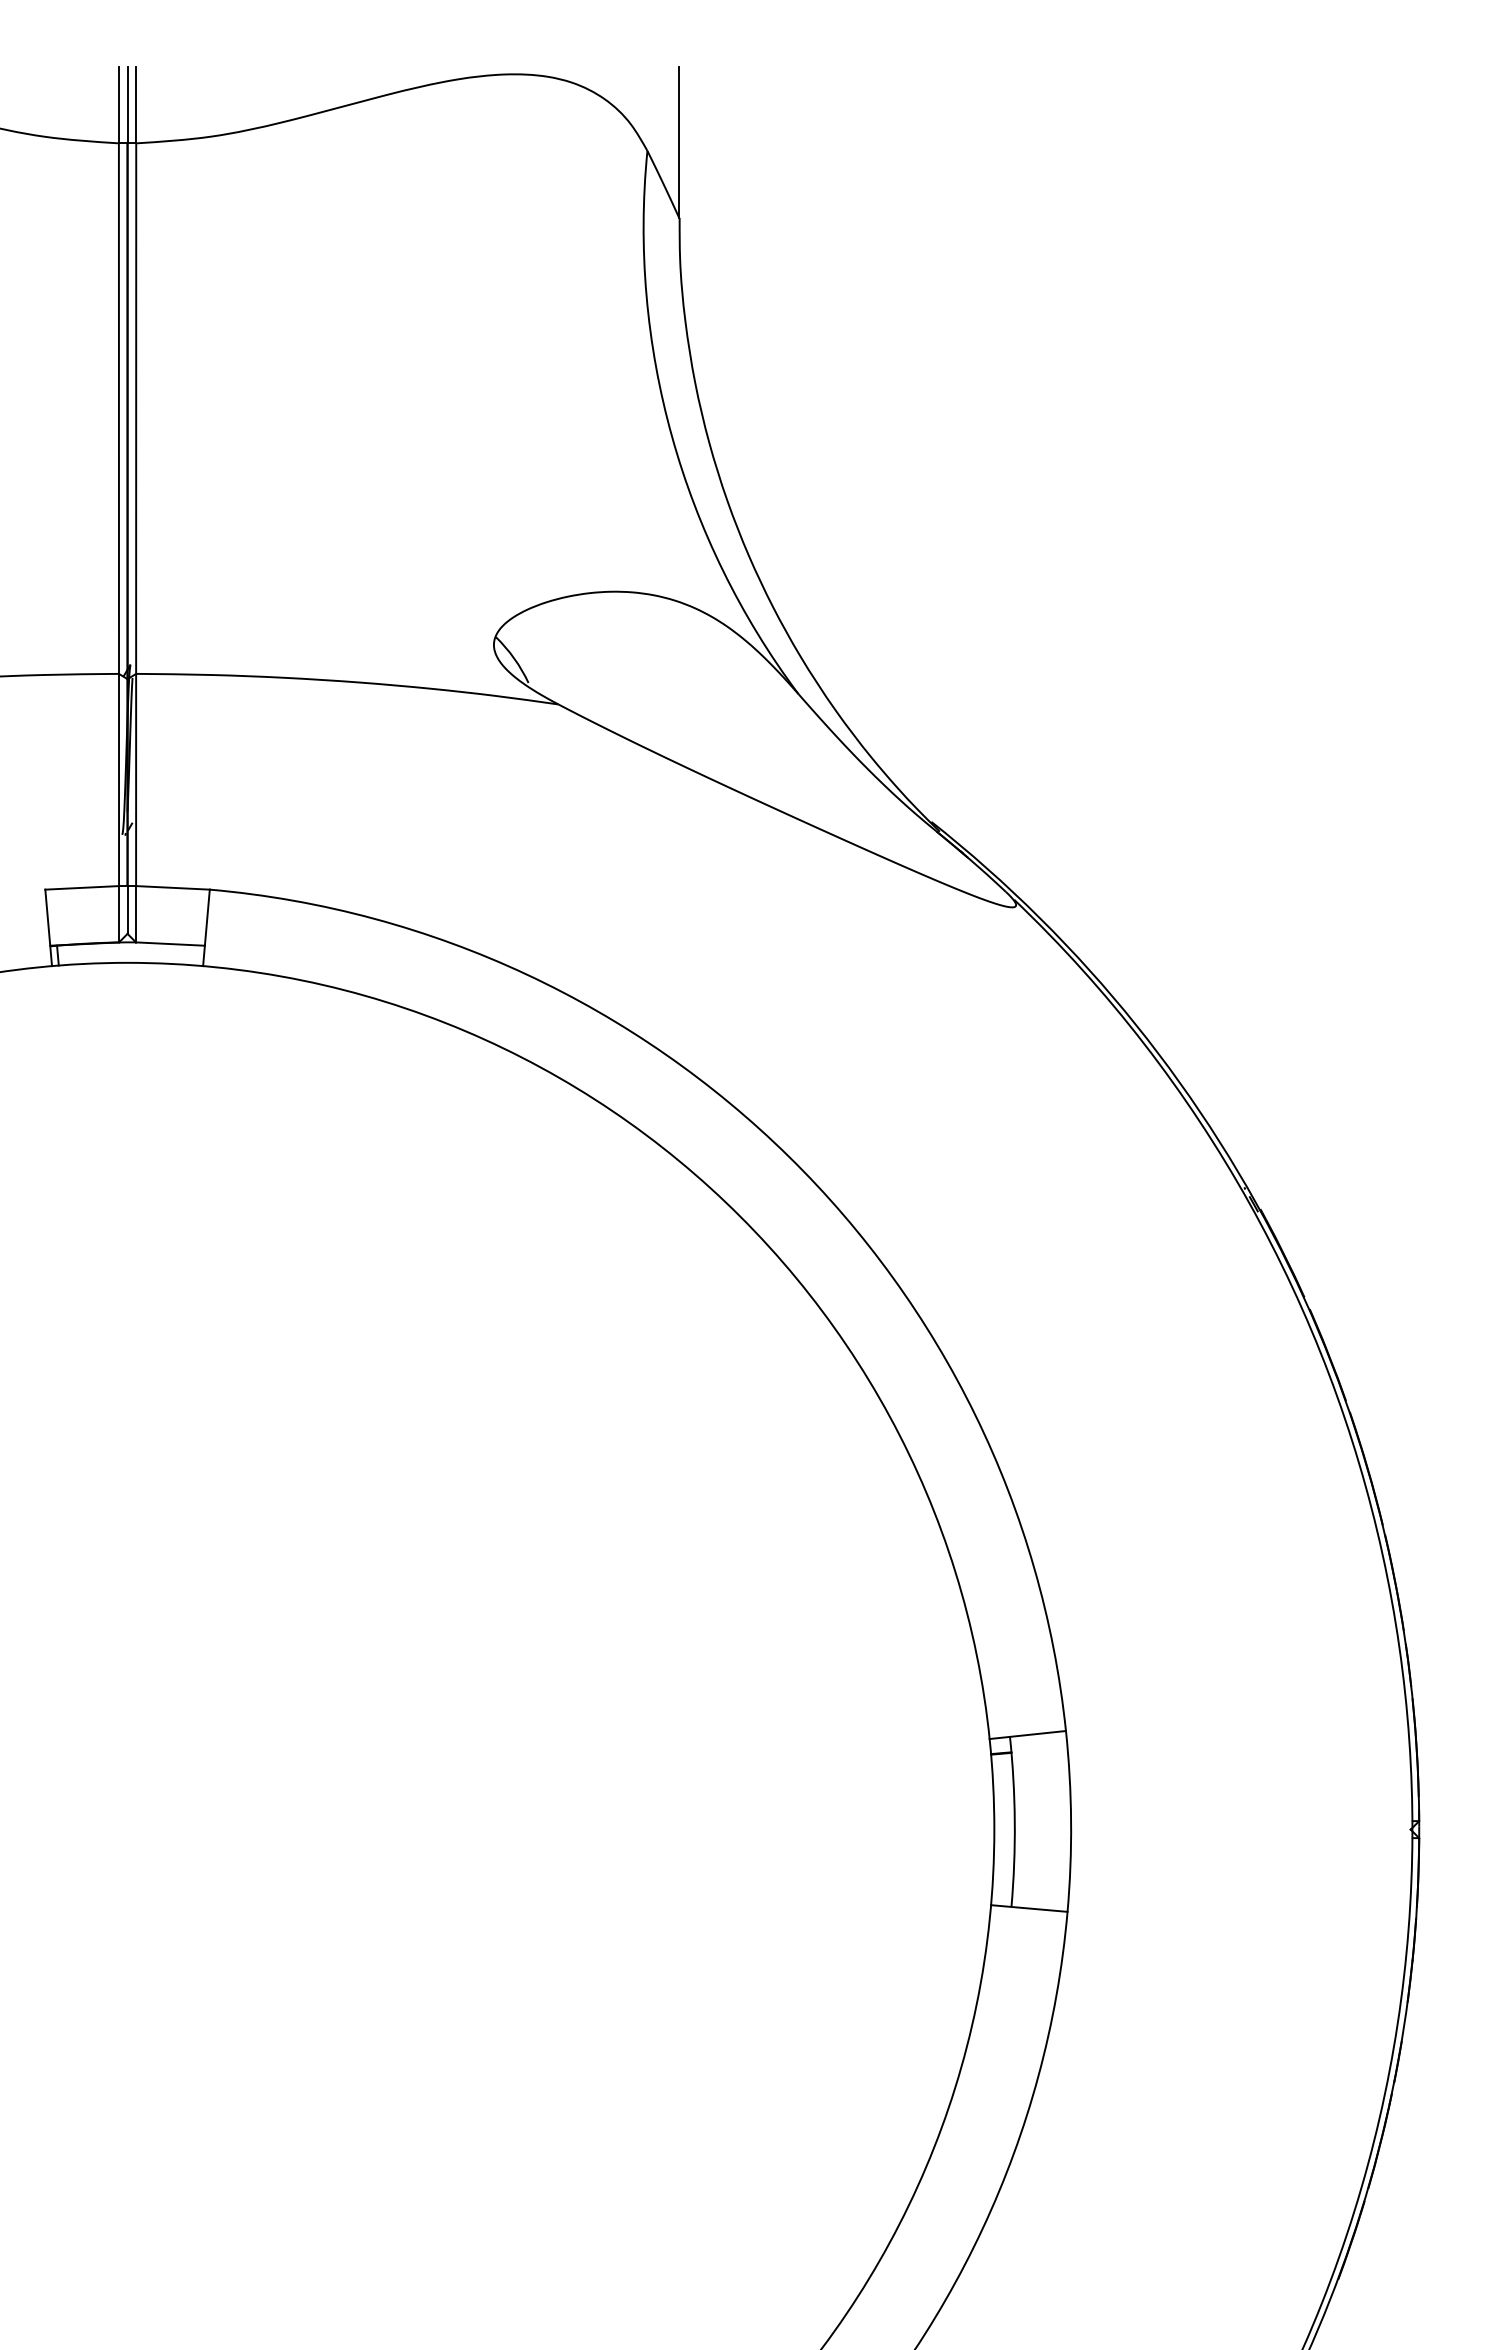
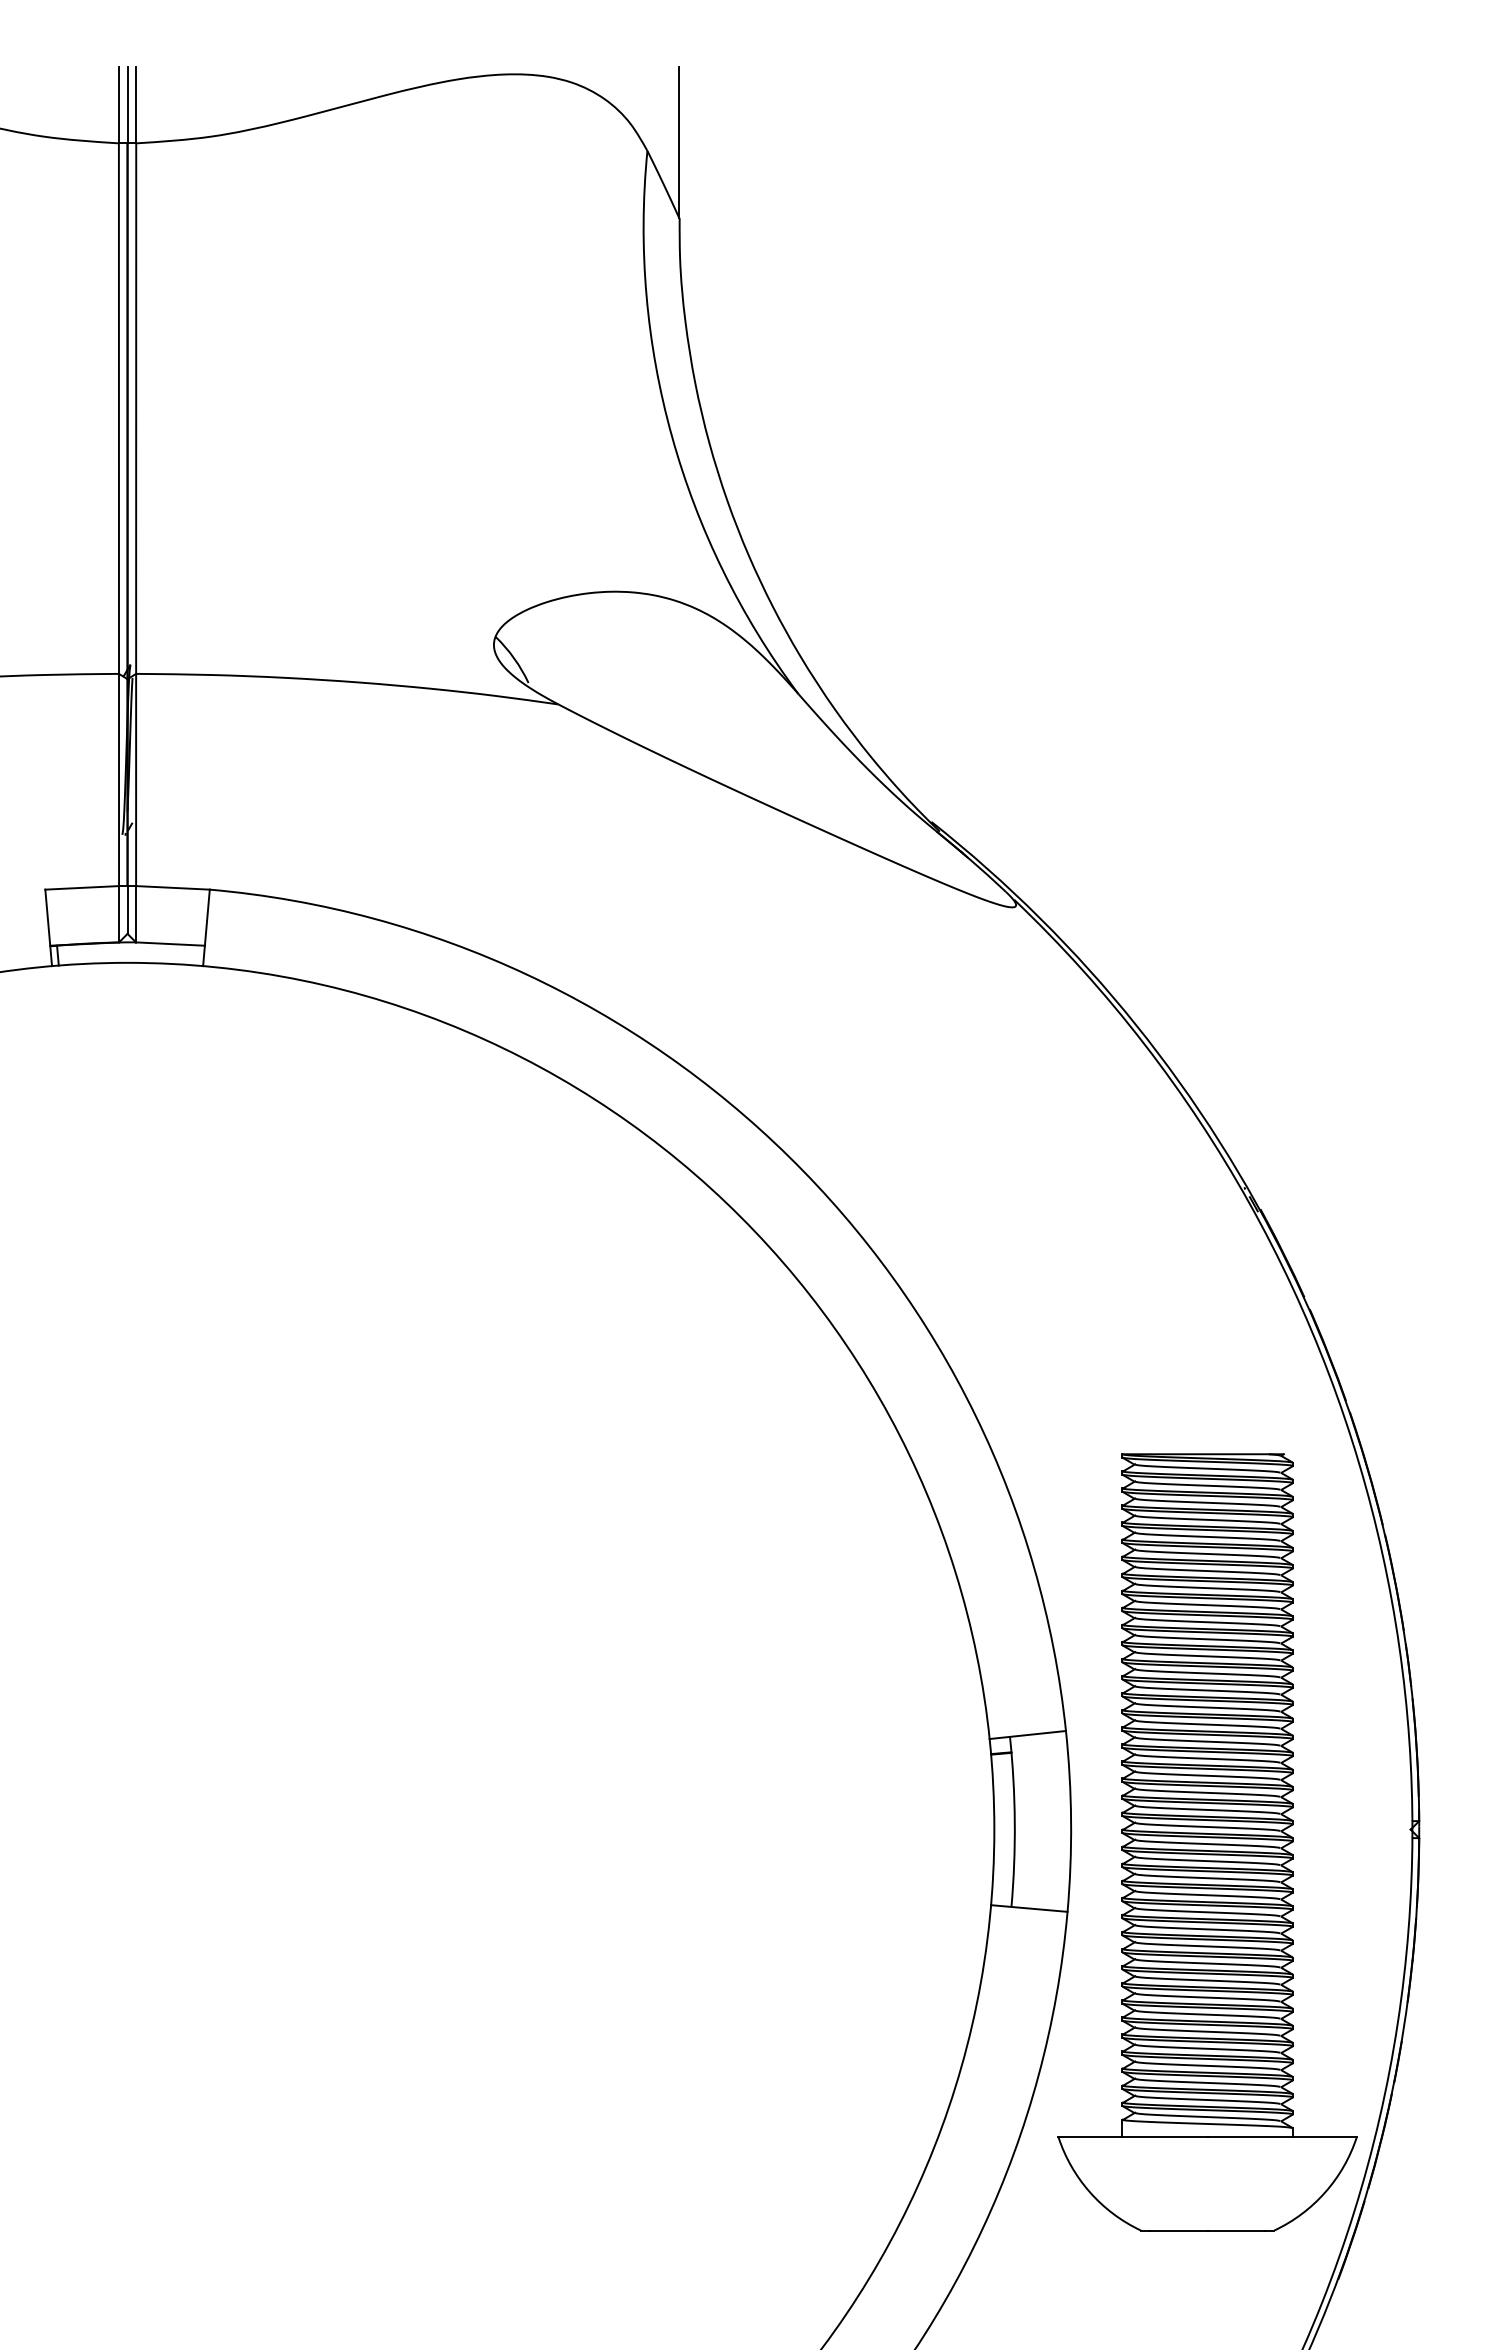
part at (1207, 1842): none -> present
